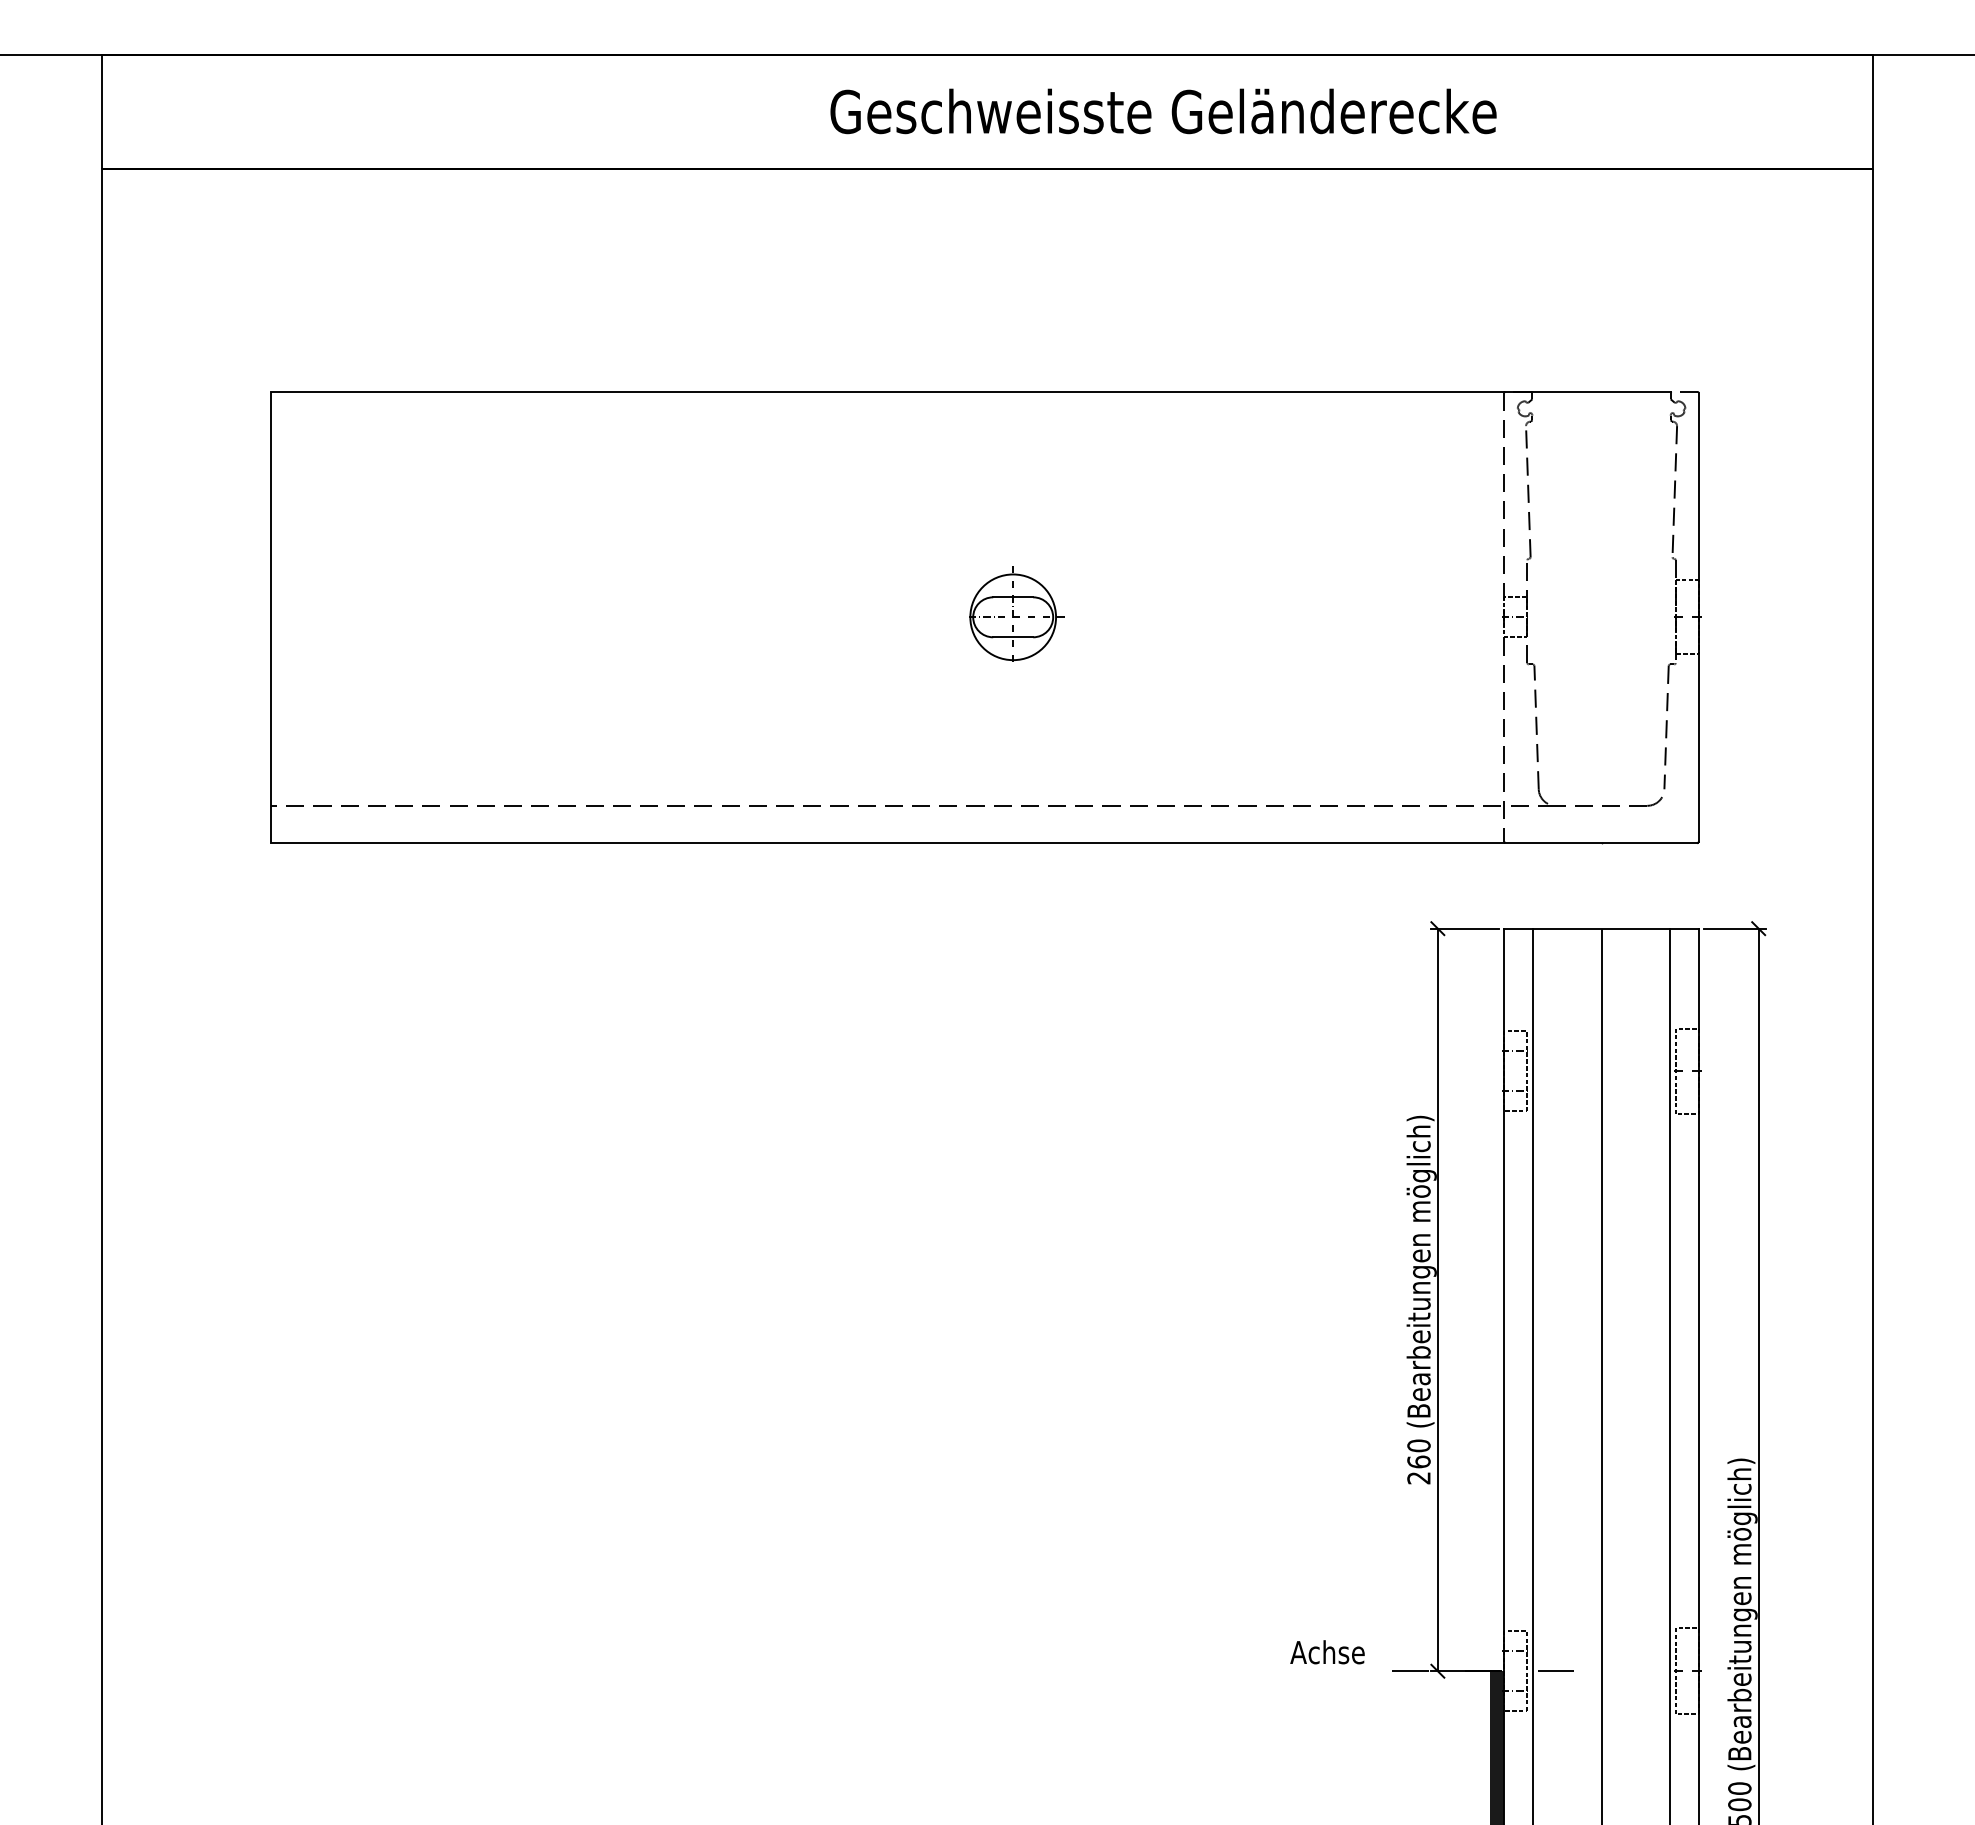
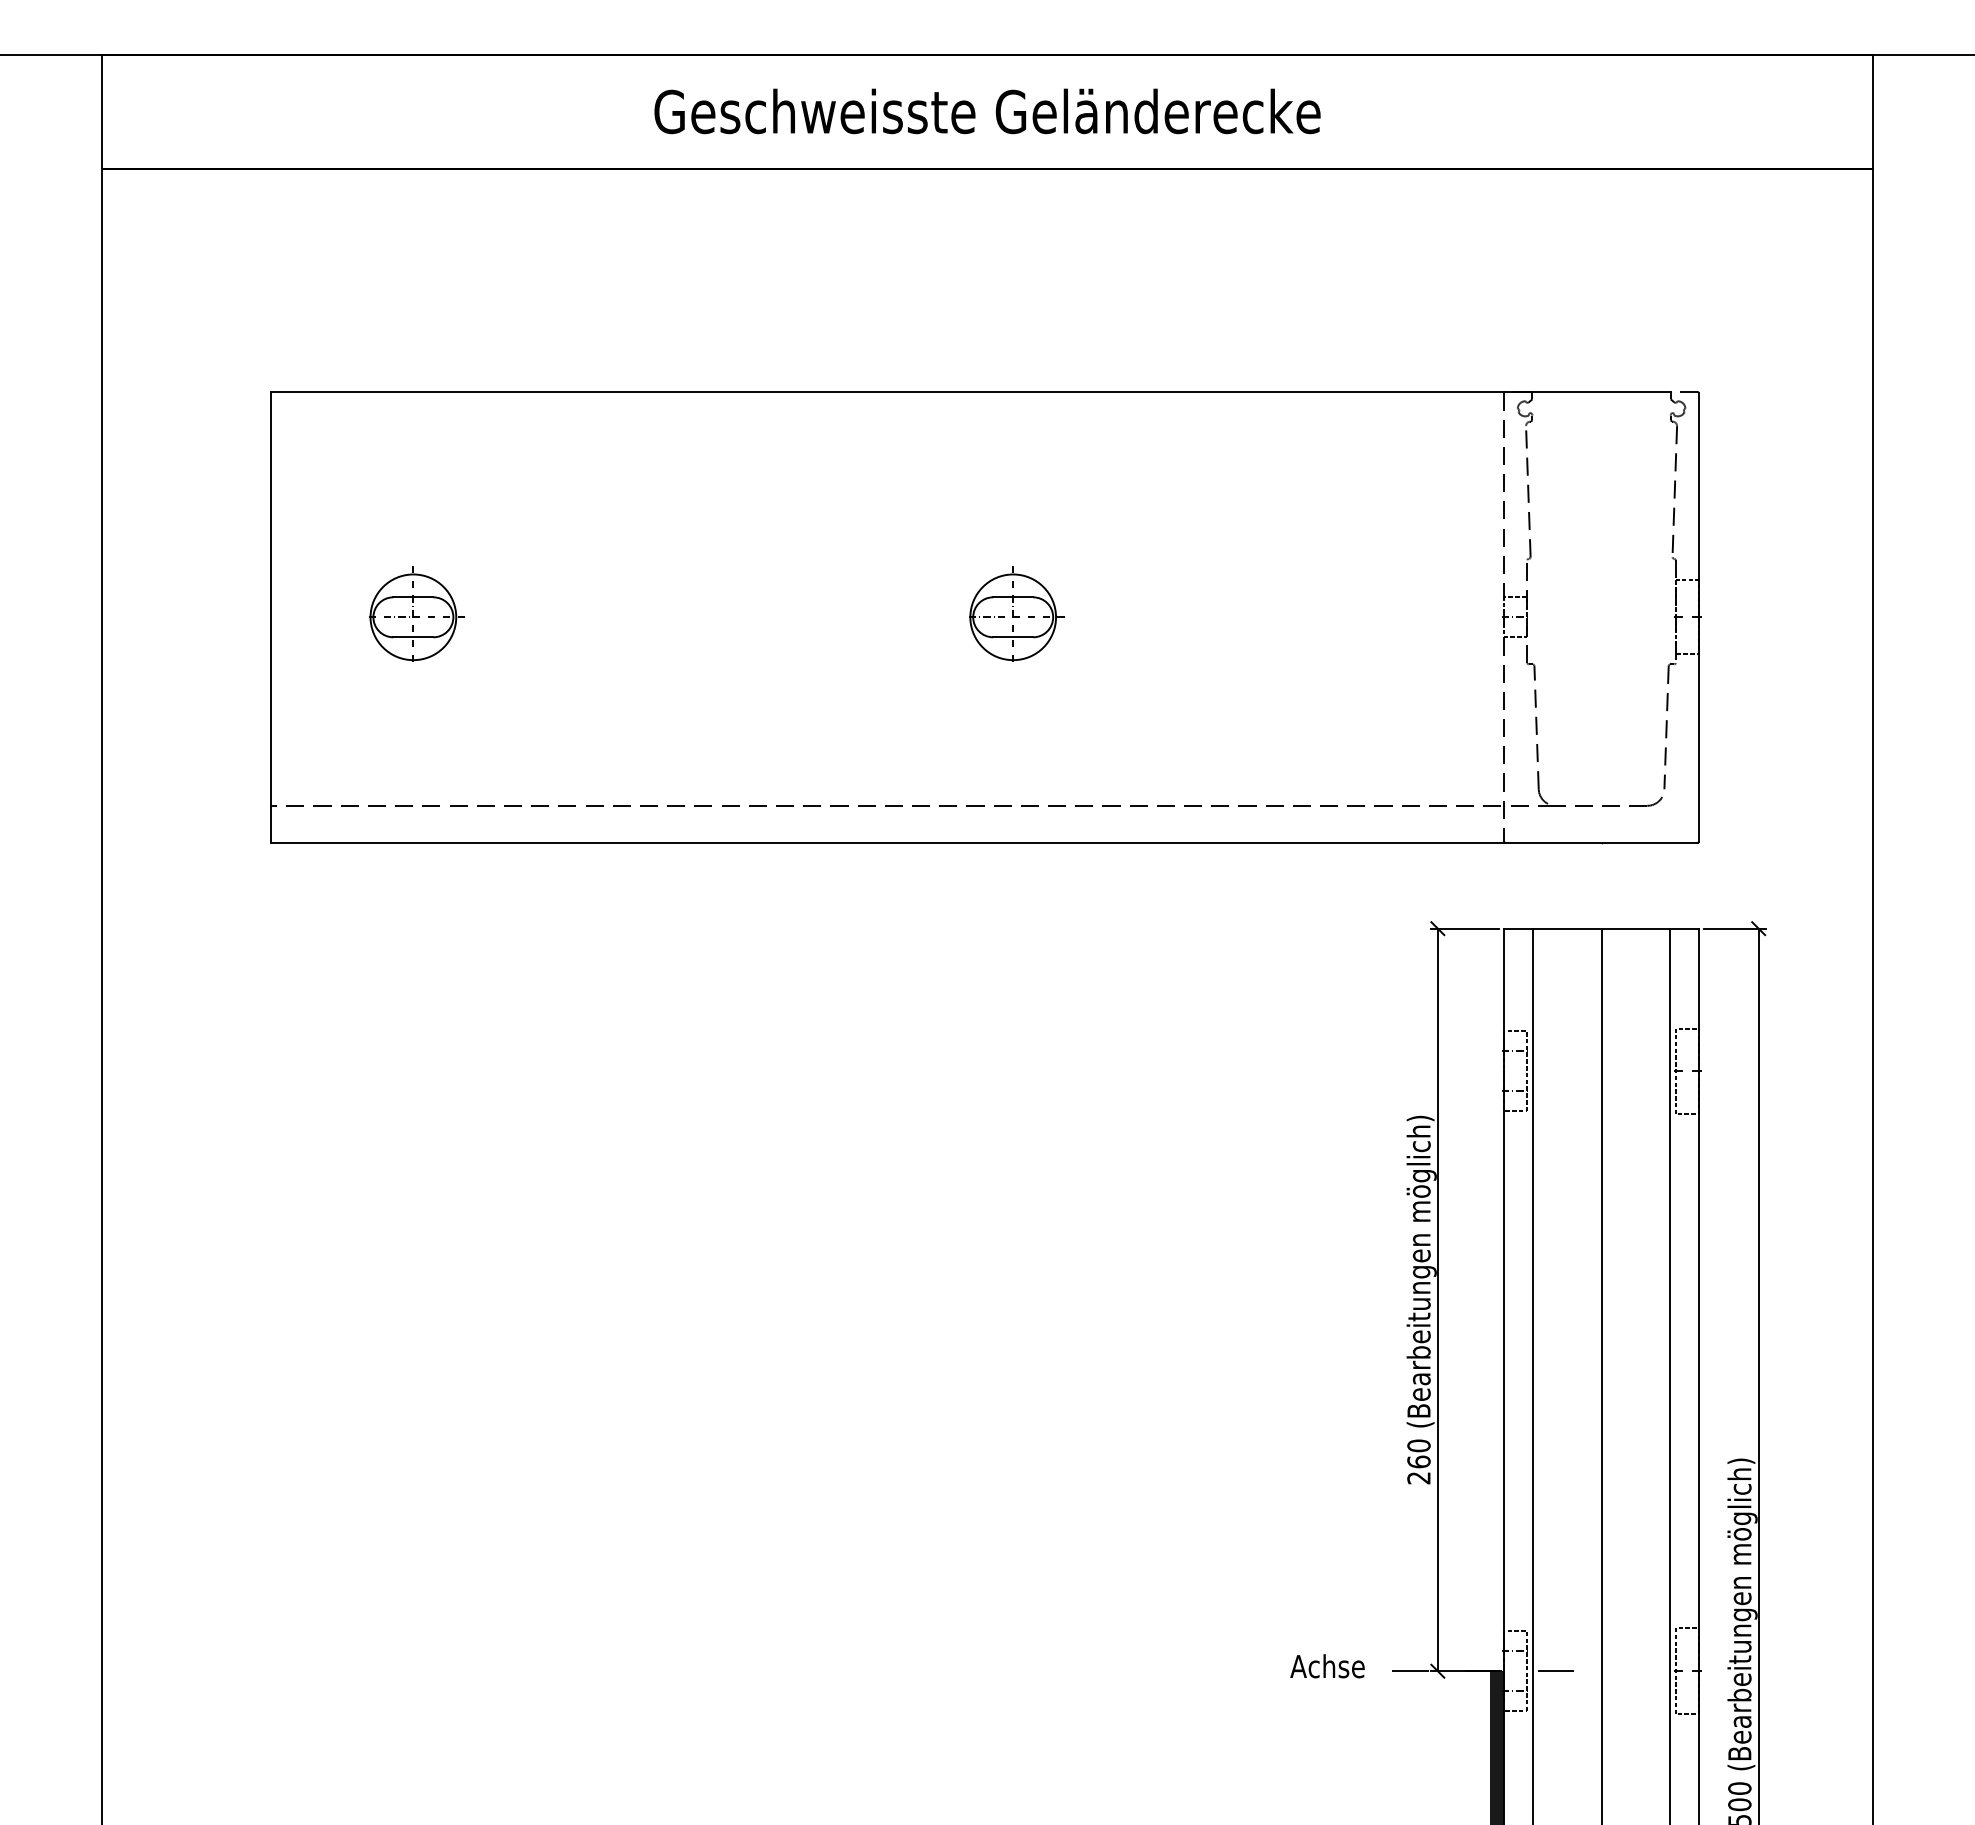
text at (1163, 111) position: (1163, 111) -> (987, 111)
part at (416, 613): none -> present
text at (1327, 1652) position: (1327, 1652) -> (1327, 1666)
